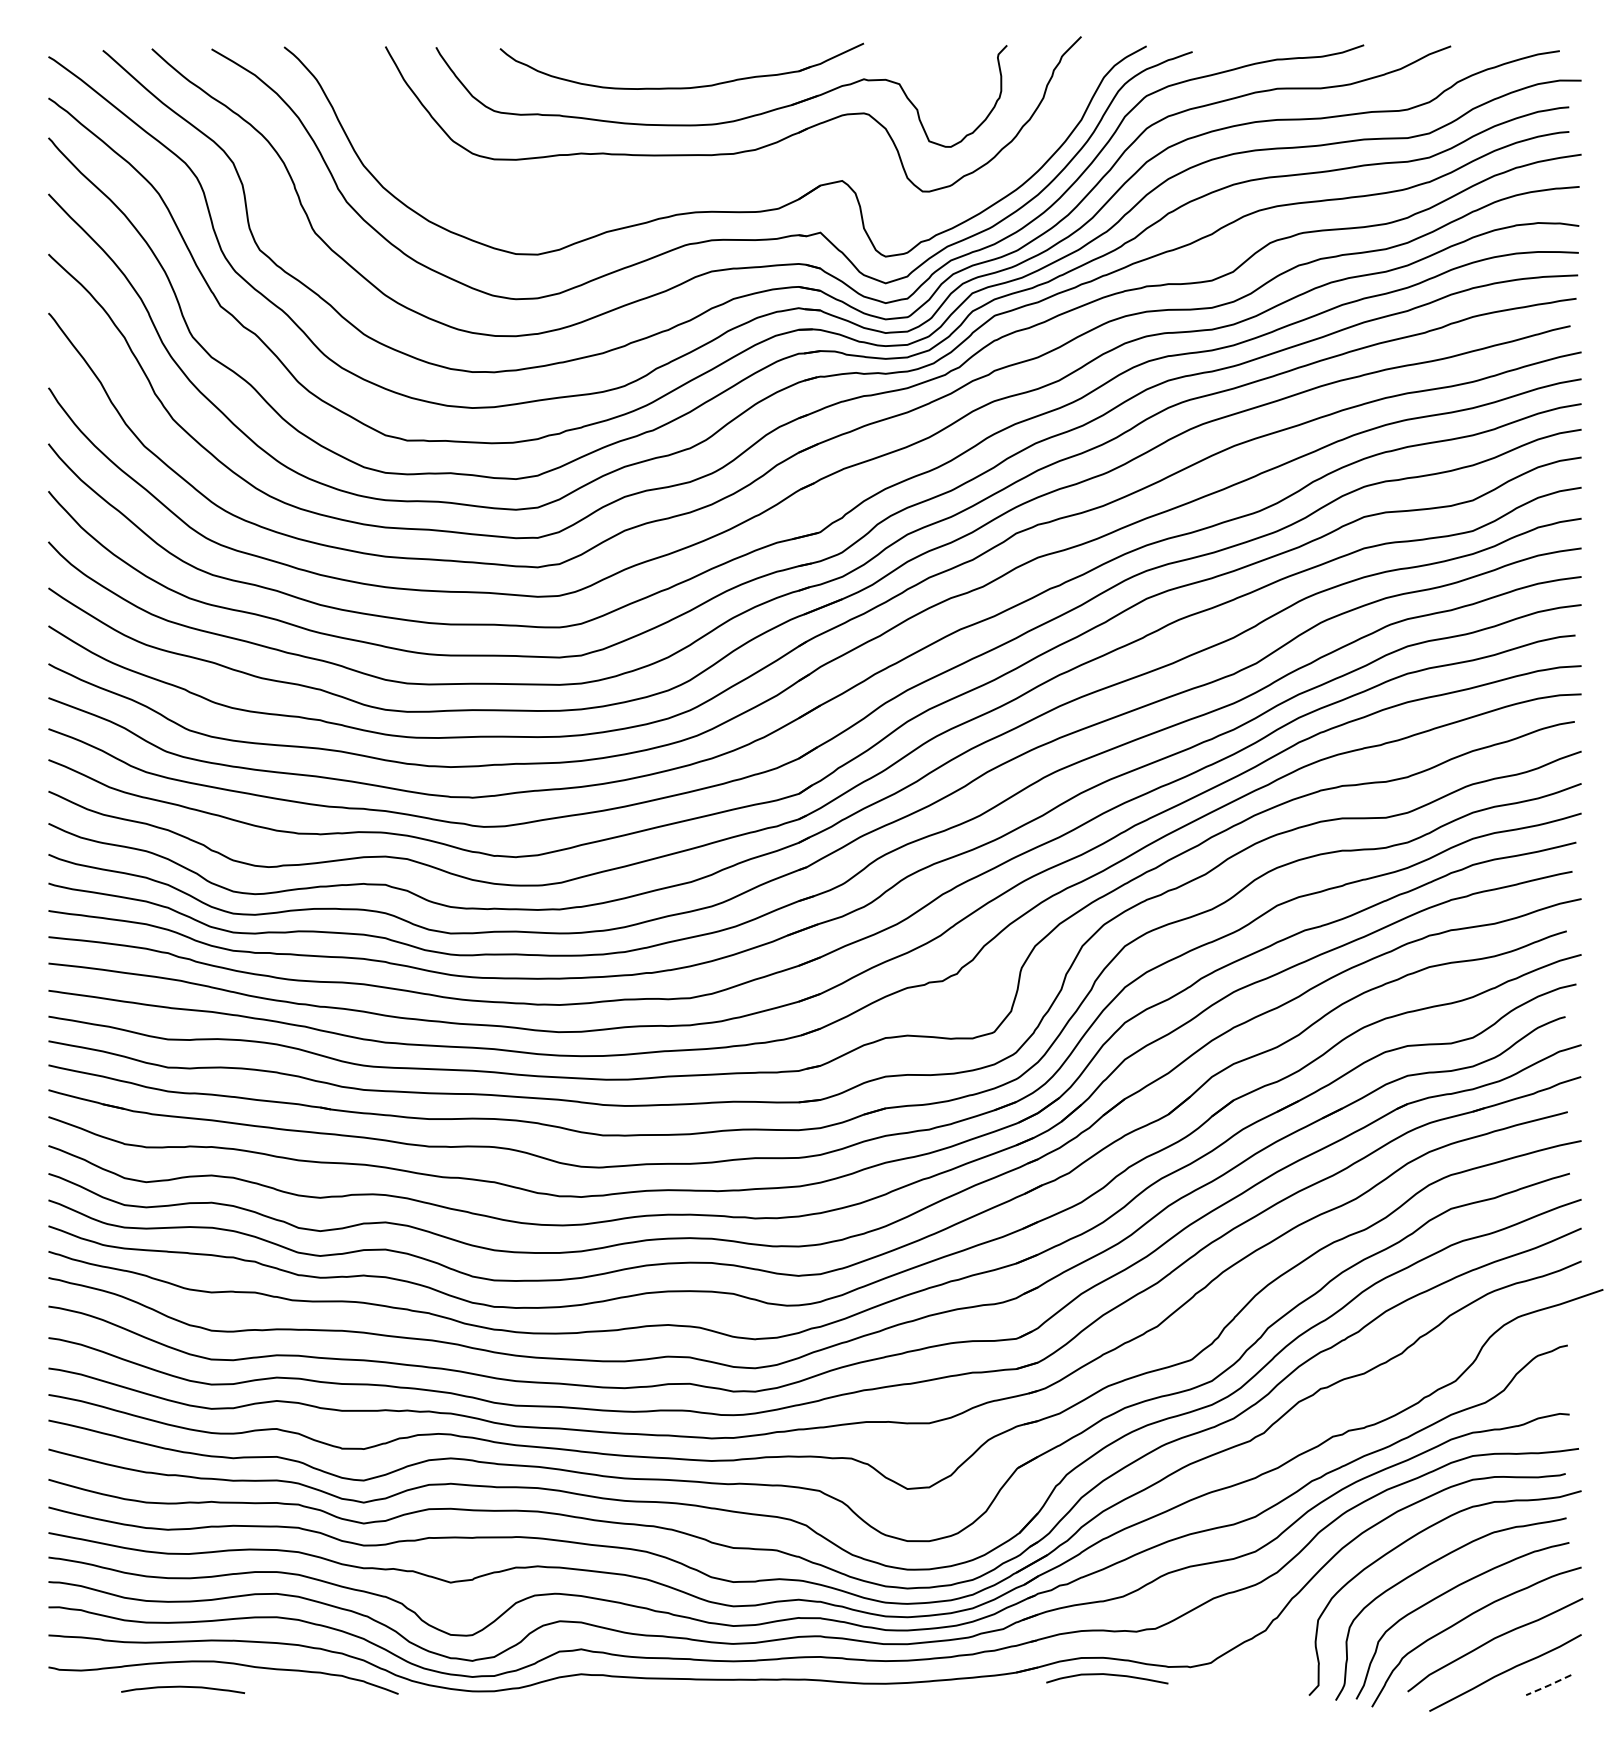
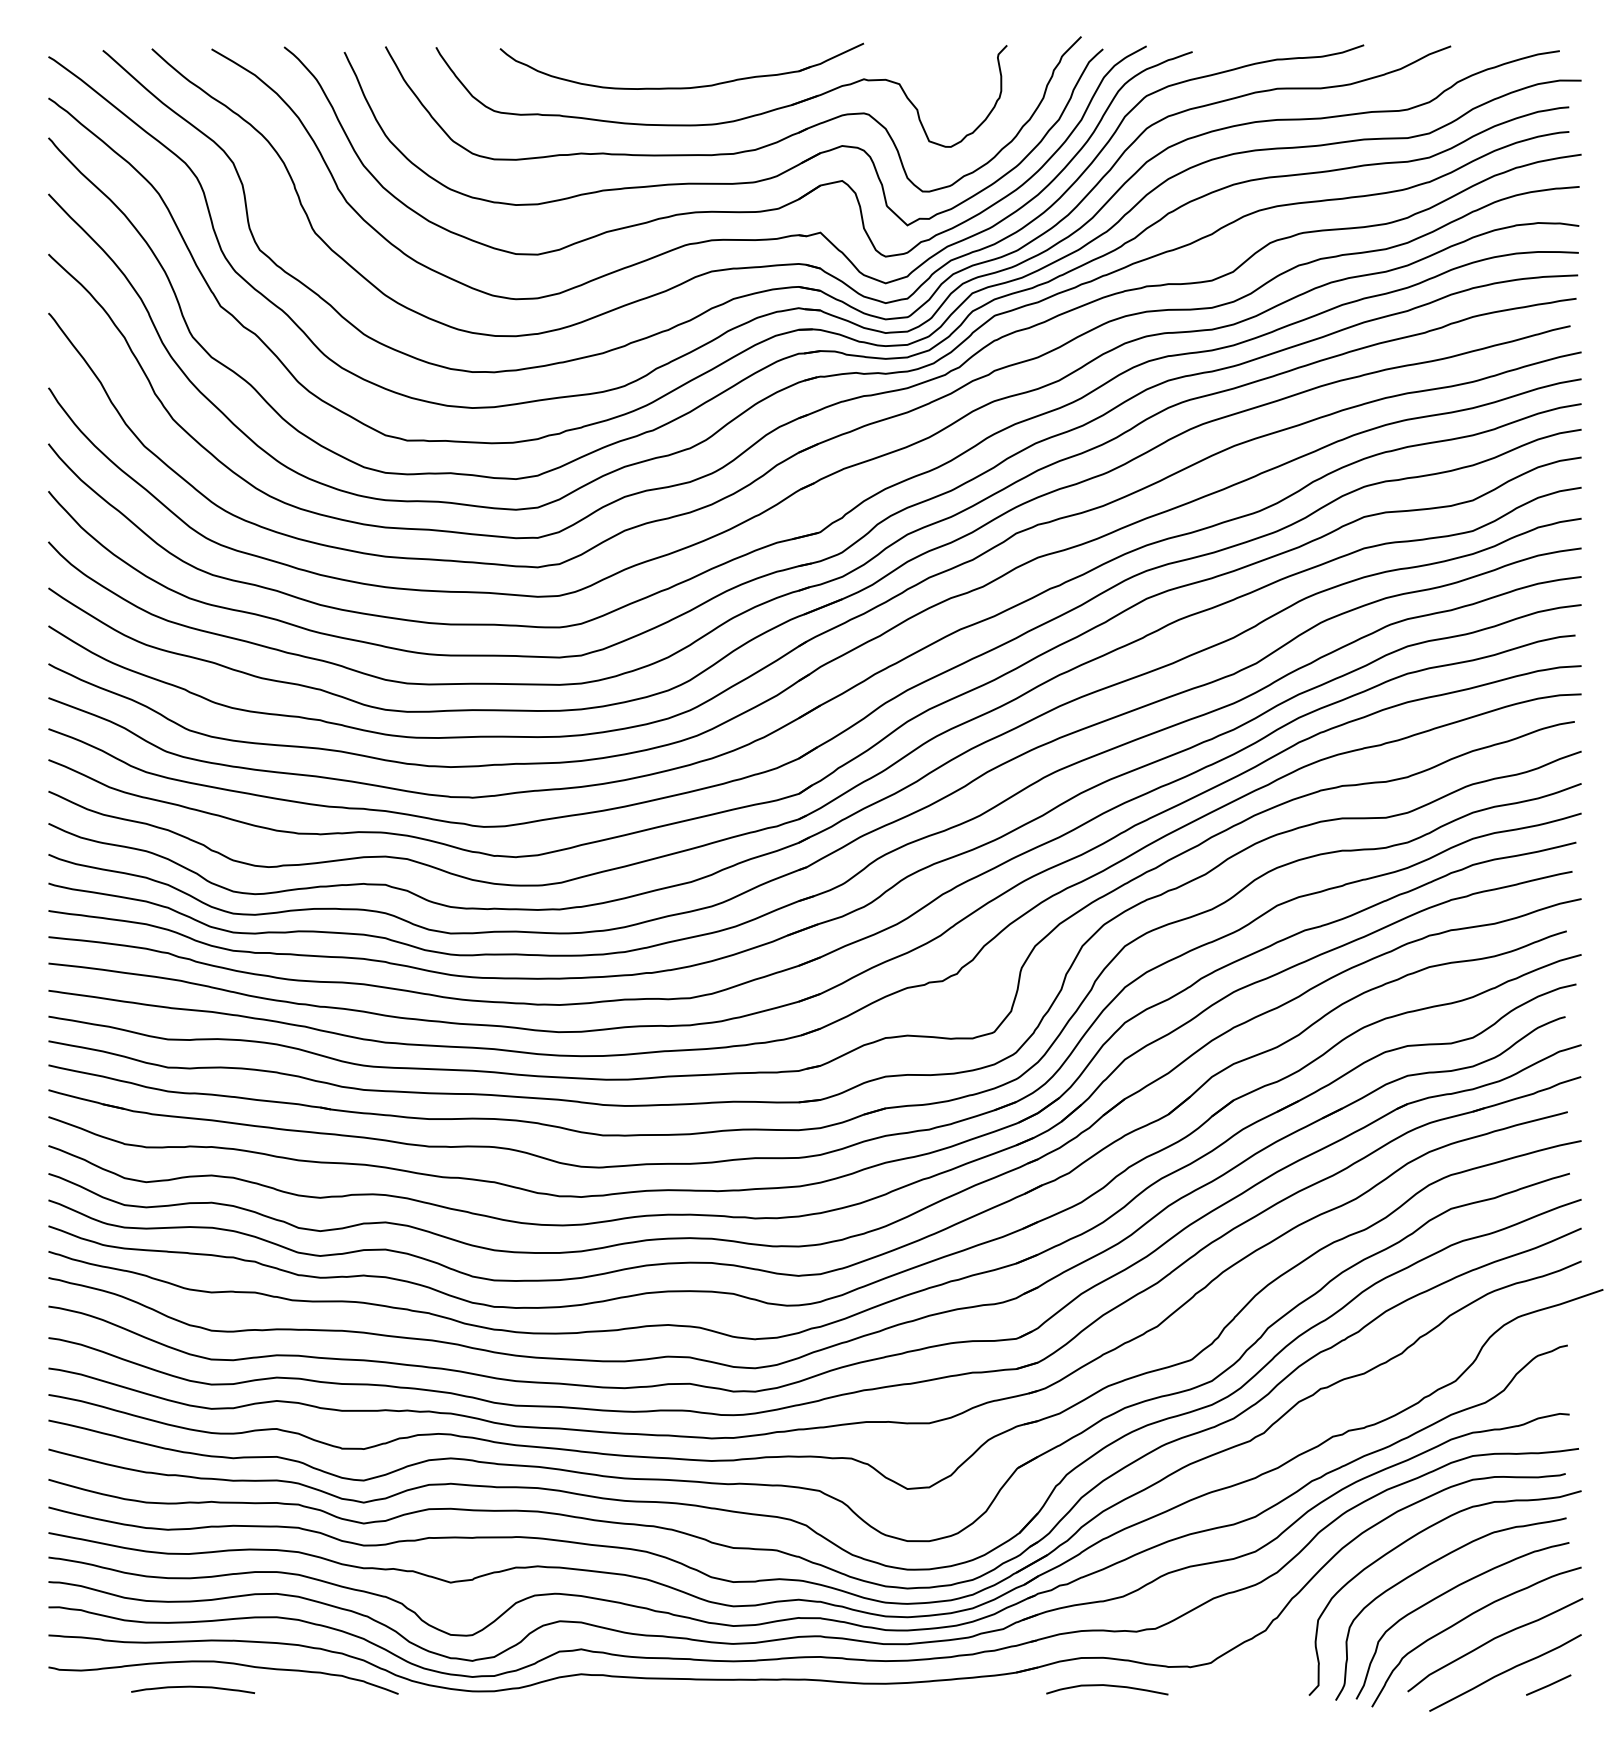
part at (719, 182): none -> present
curve at (1107, 1675) position: (1107, 1675) -> (1107, 1686)
line at (1549, 1685): dashed -> solid
curve at (183, 1687) position: (183, 1687) -> (193, 1687)
